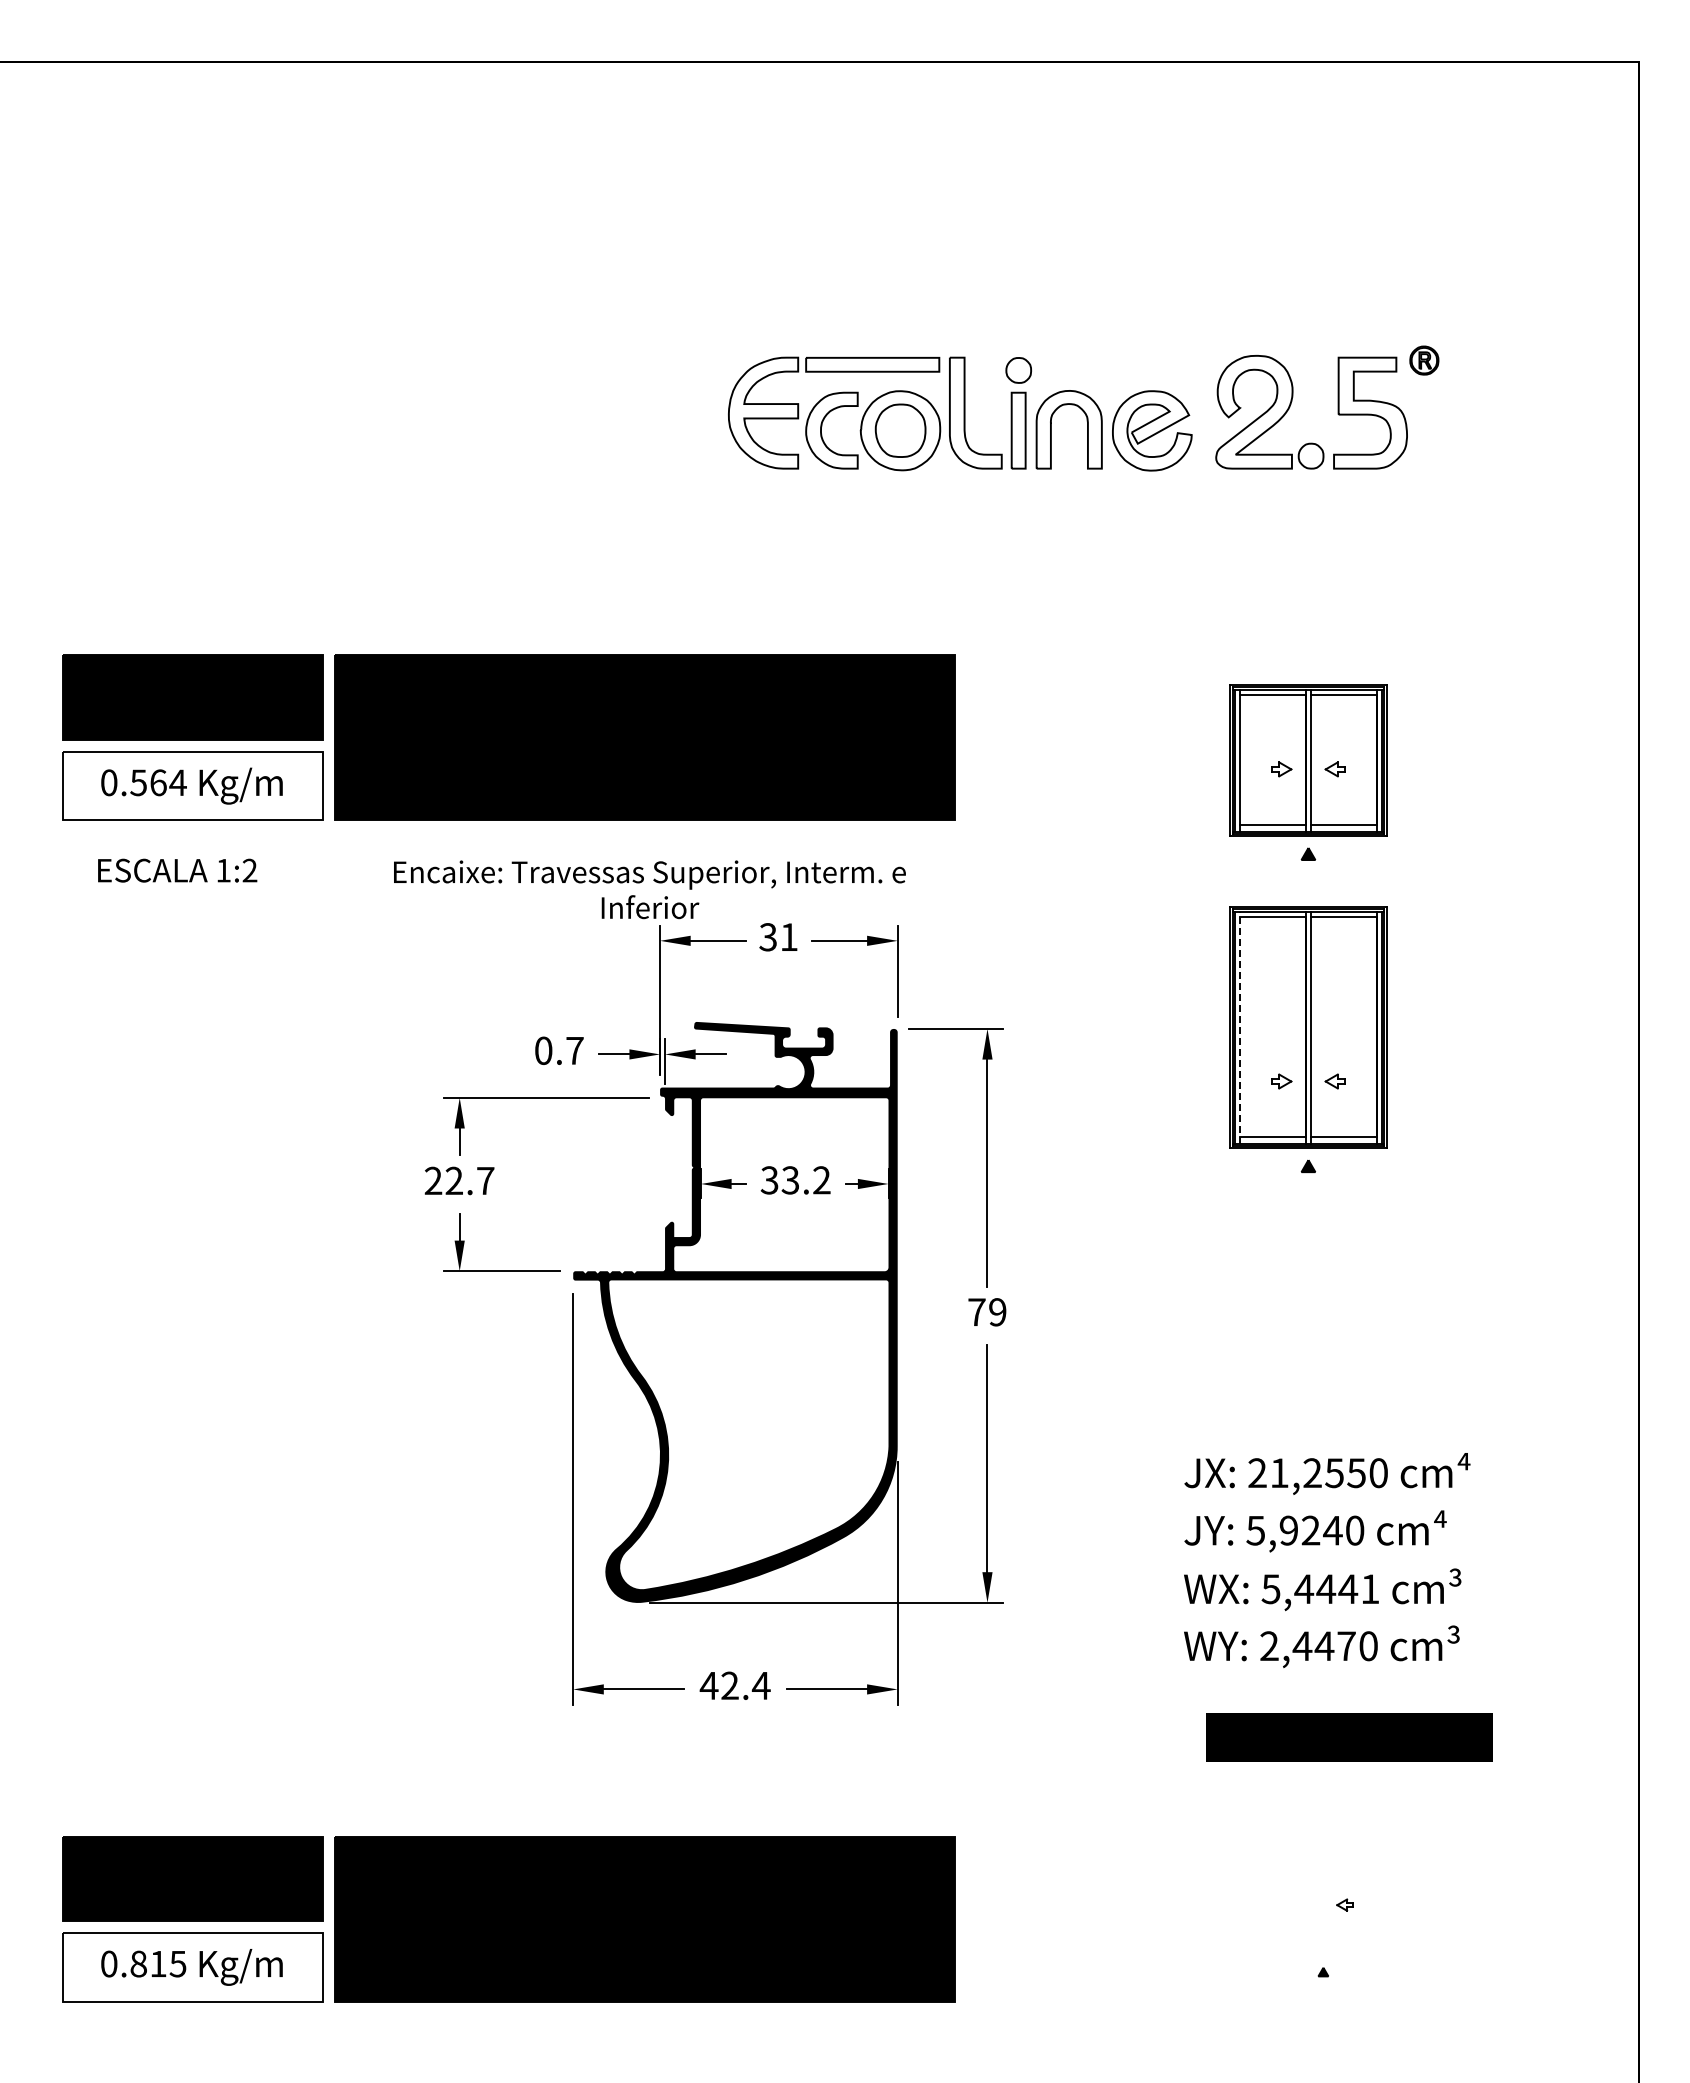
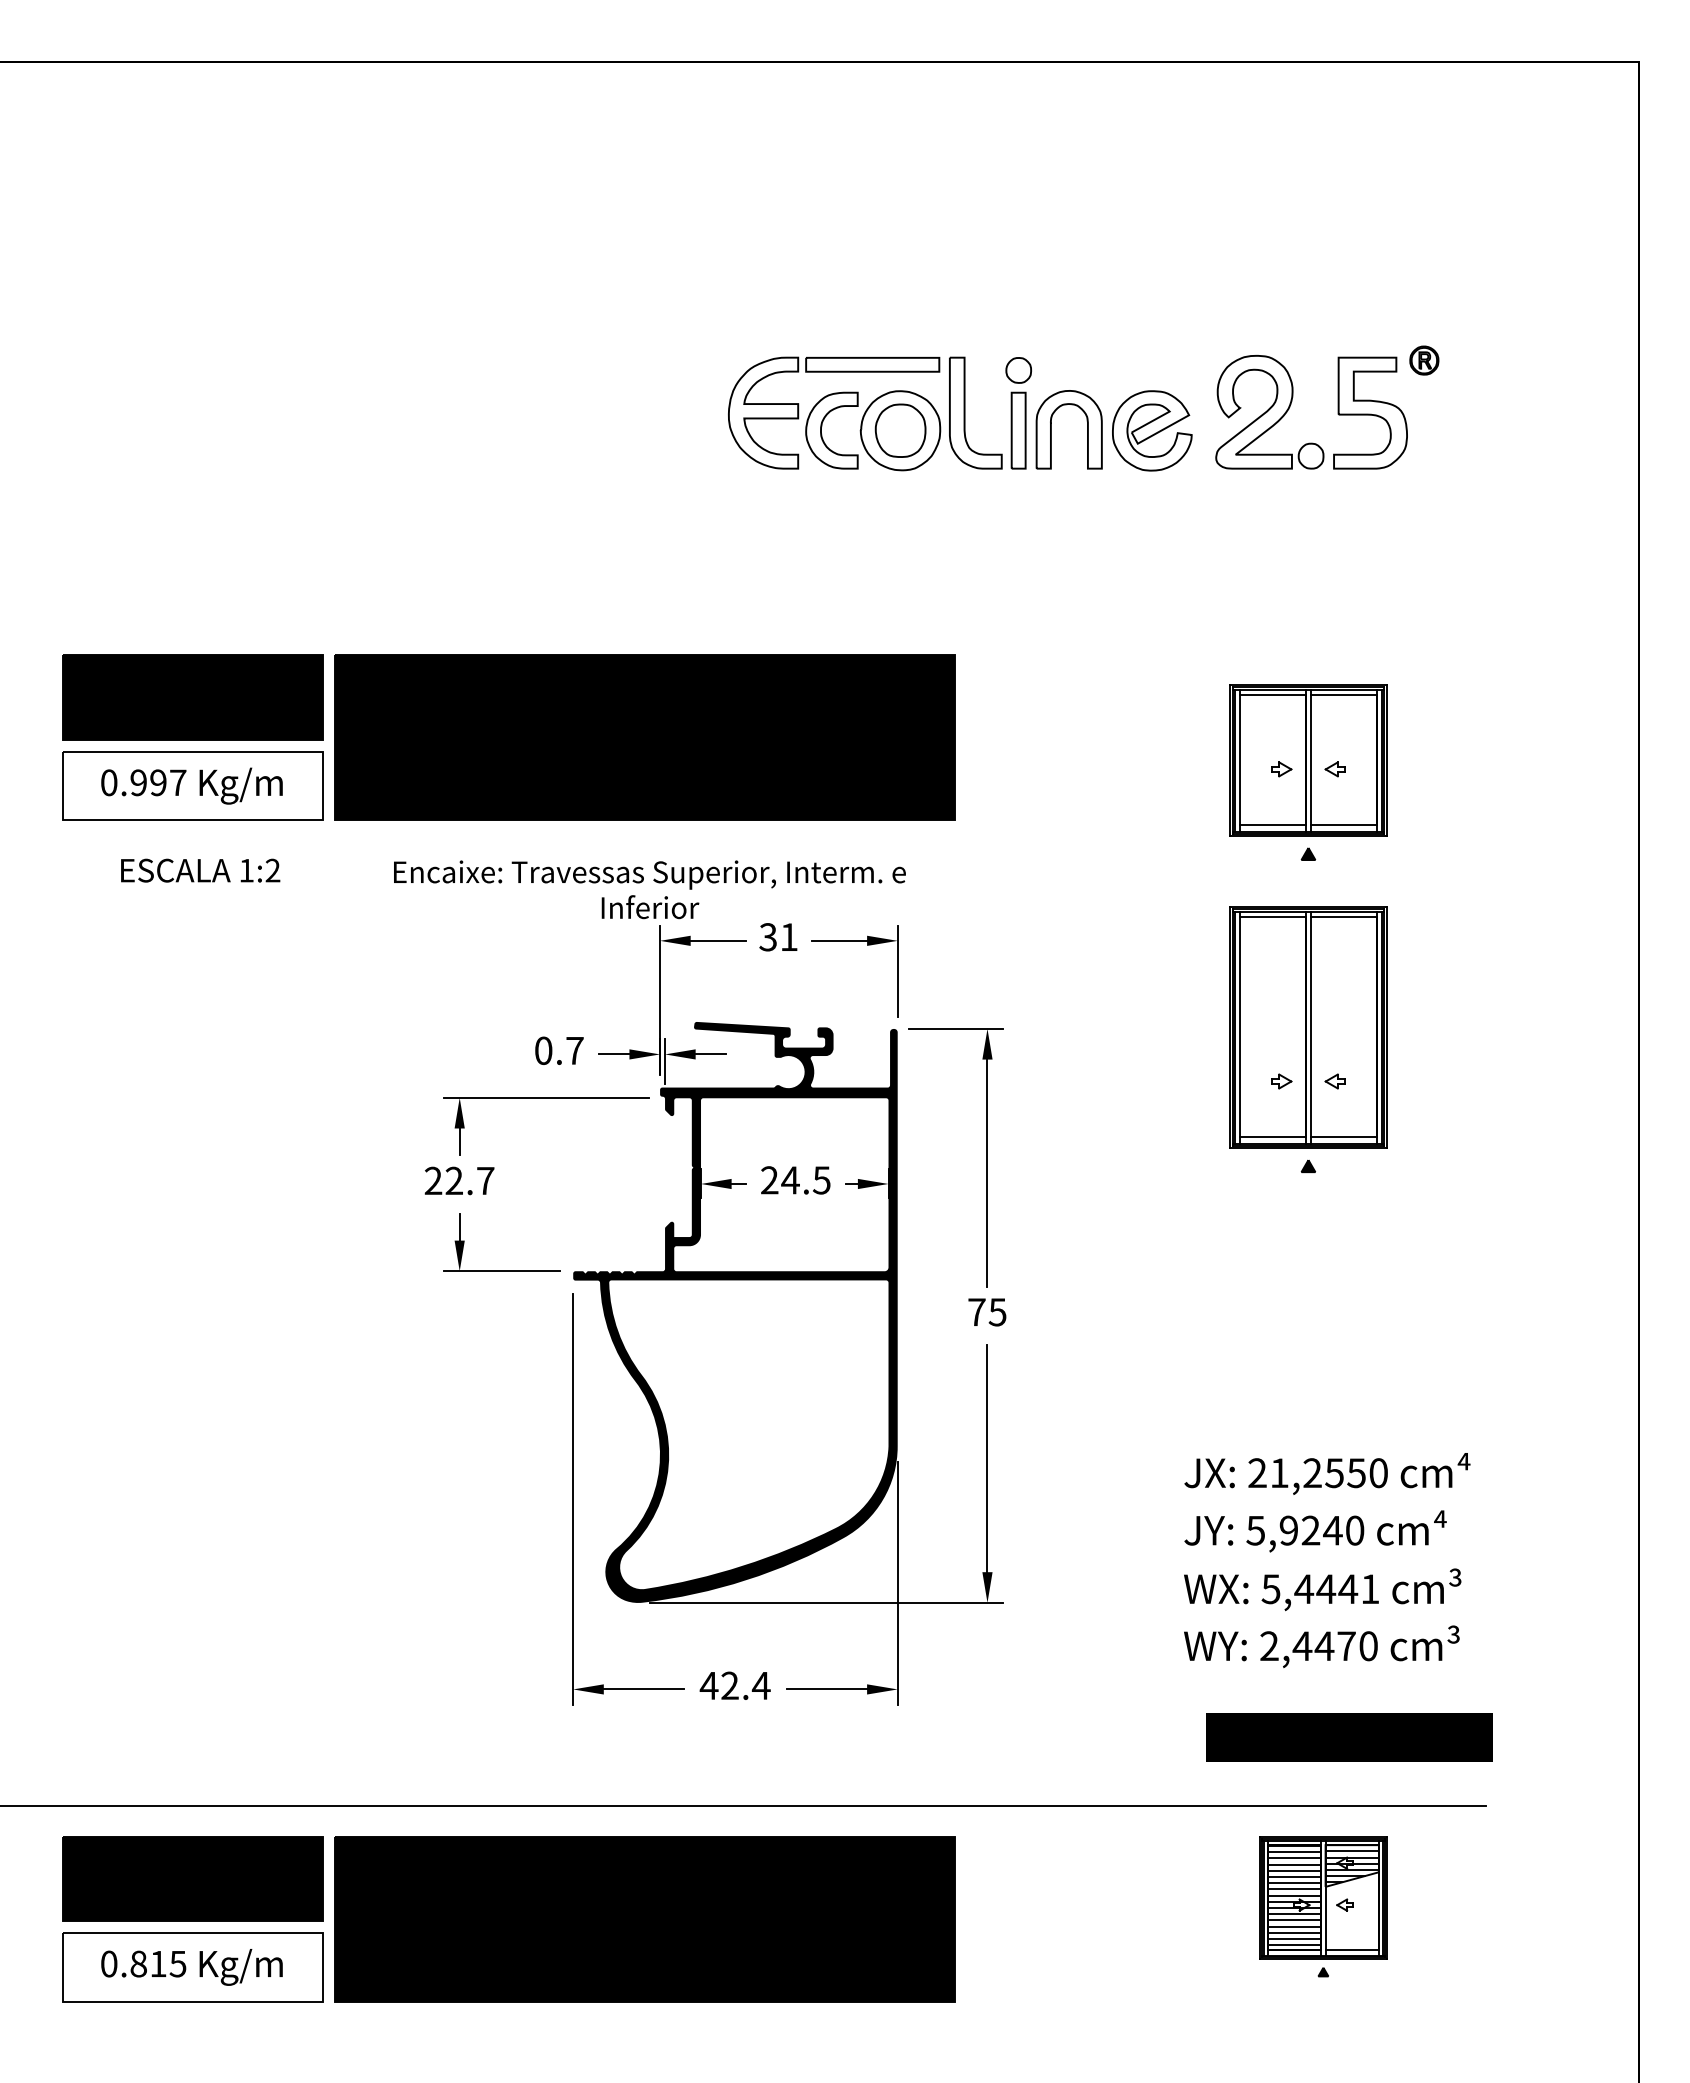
text at (158, 782): 0.564 -> 0.997
text at (177, 870) position: (177, 870) -> (200, 870)
line at (1240, 1027): dashed -> solid
text at (795, 1180): 33.2 -> 24.5
text at (997, 1312): 79 -> 75
line at (744, 1806): none -> present
part at (1323, 1897): none -> present
